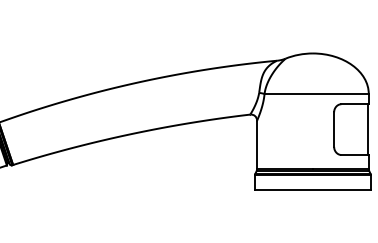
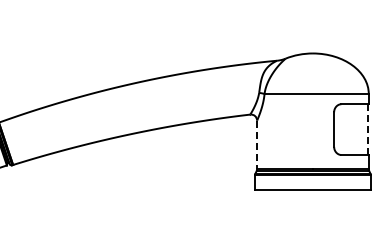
line at (368, 129): solid -> dashed
line at (257, 145): solid -> dashed
